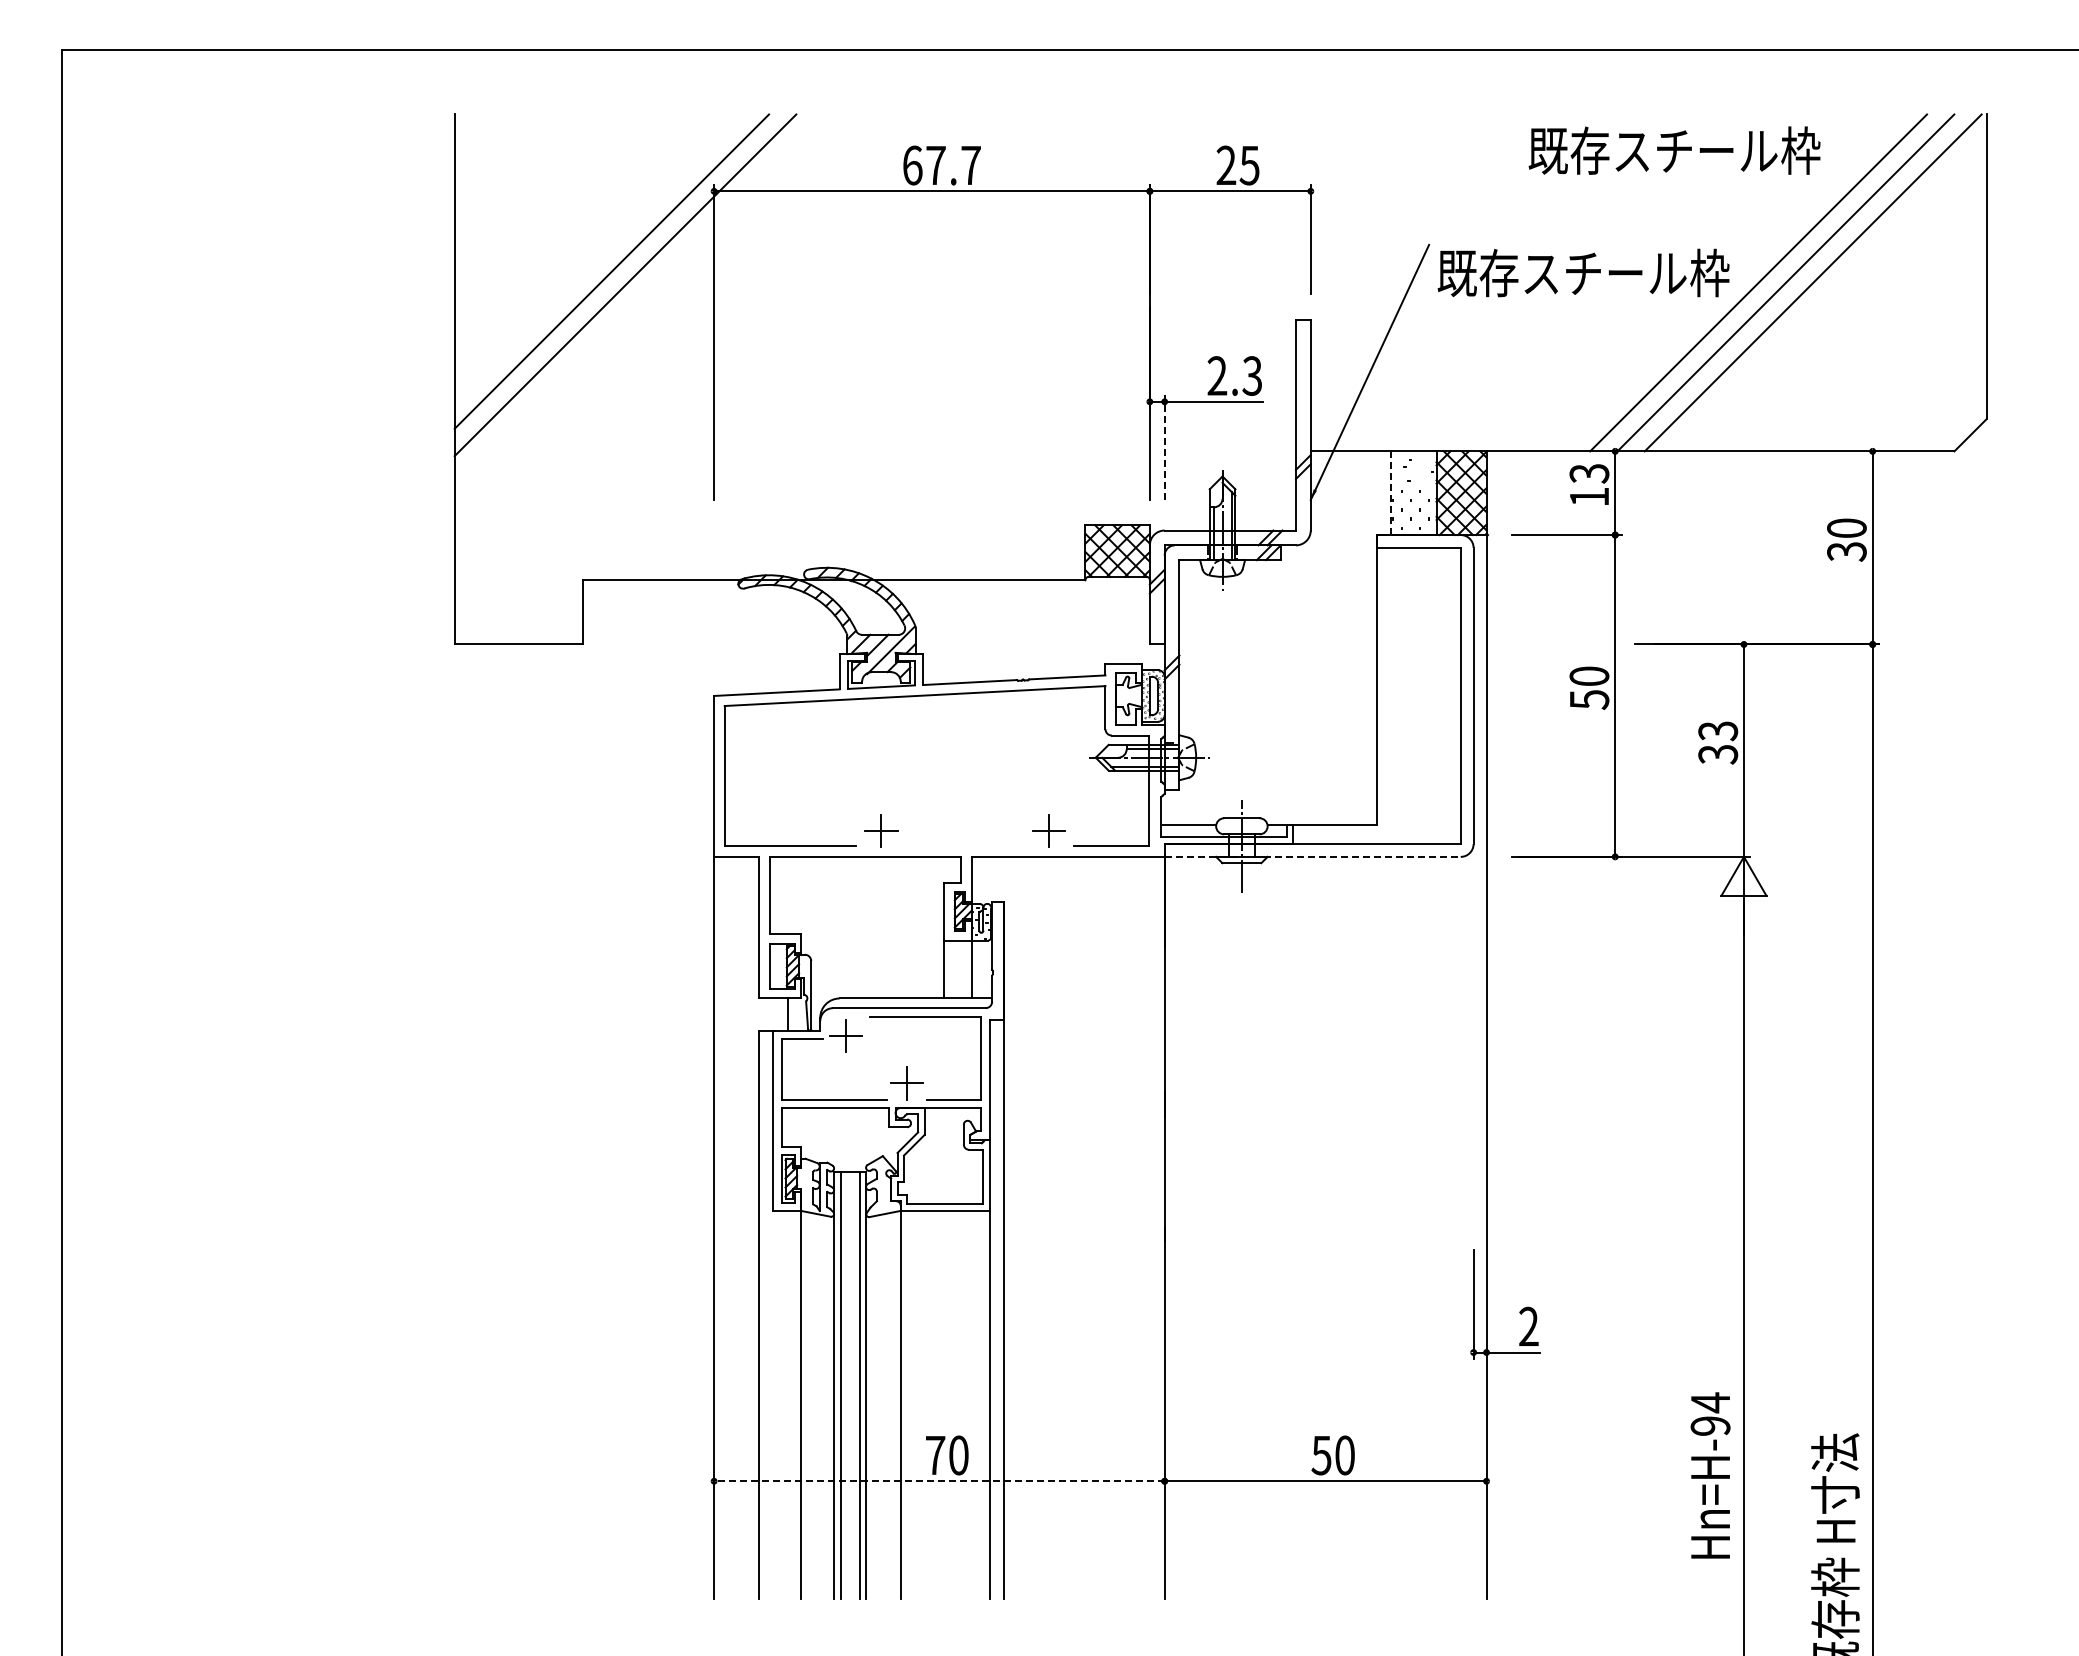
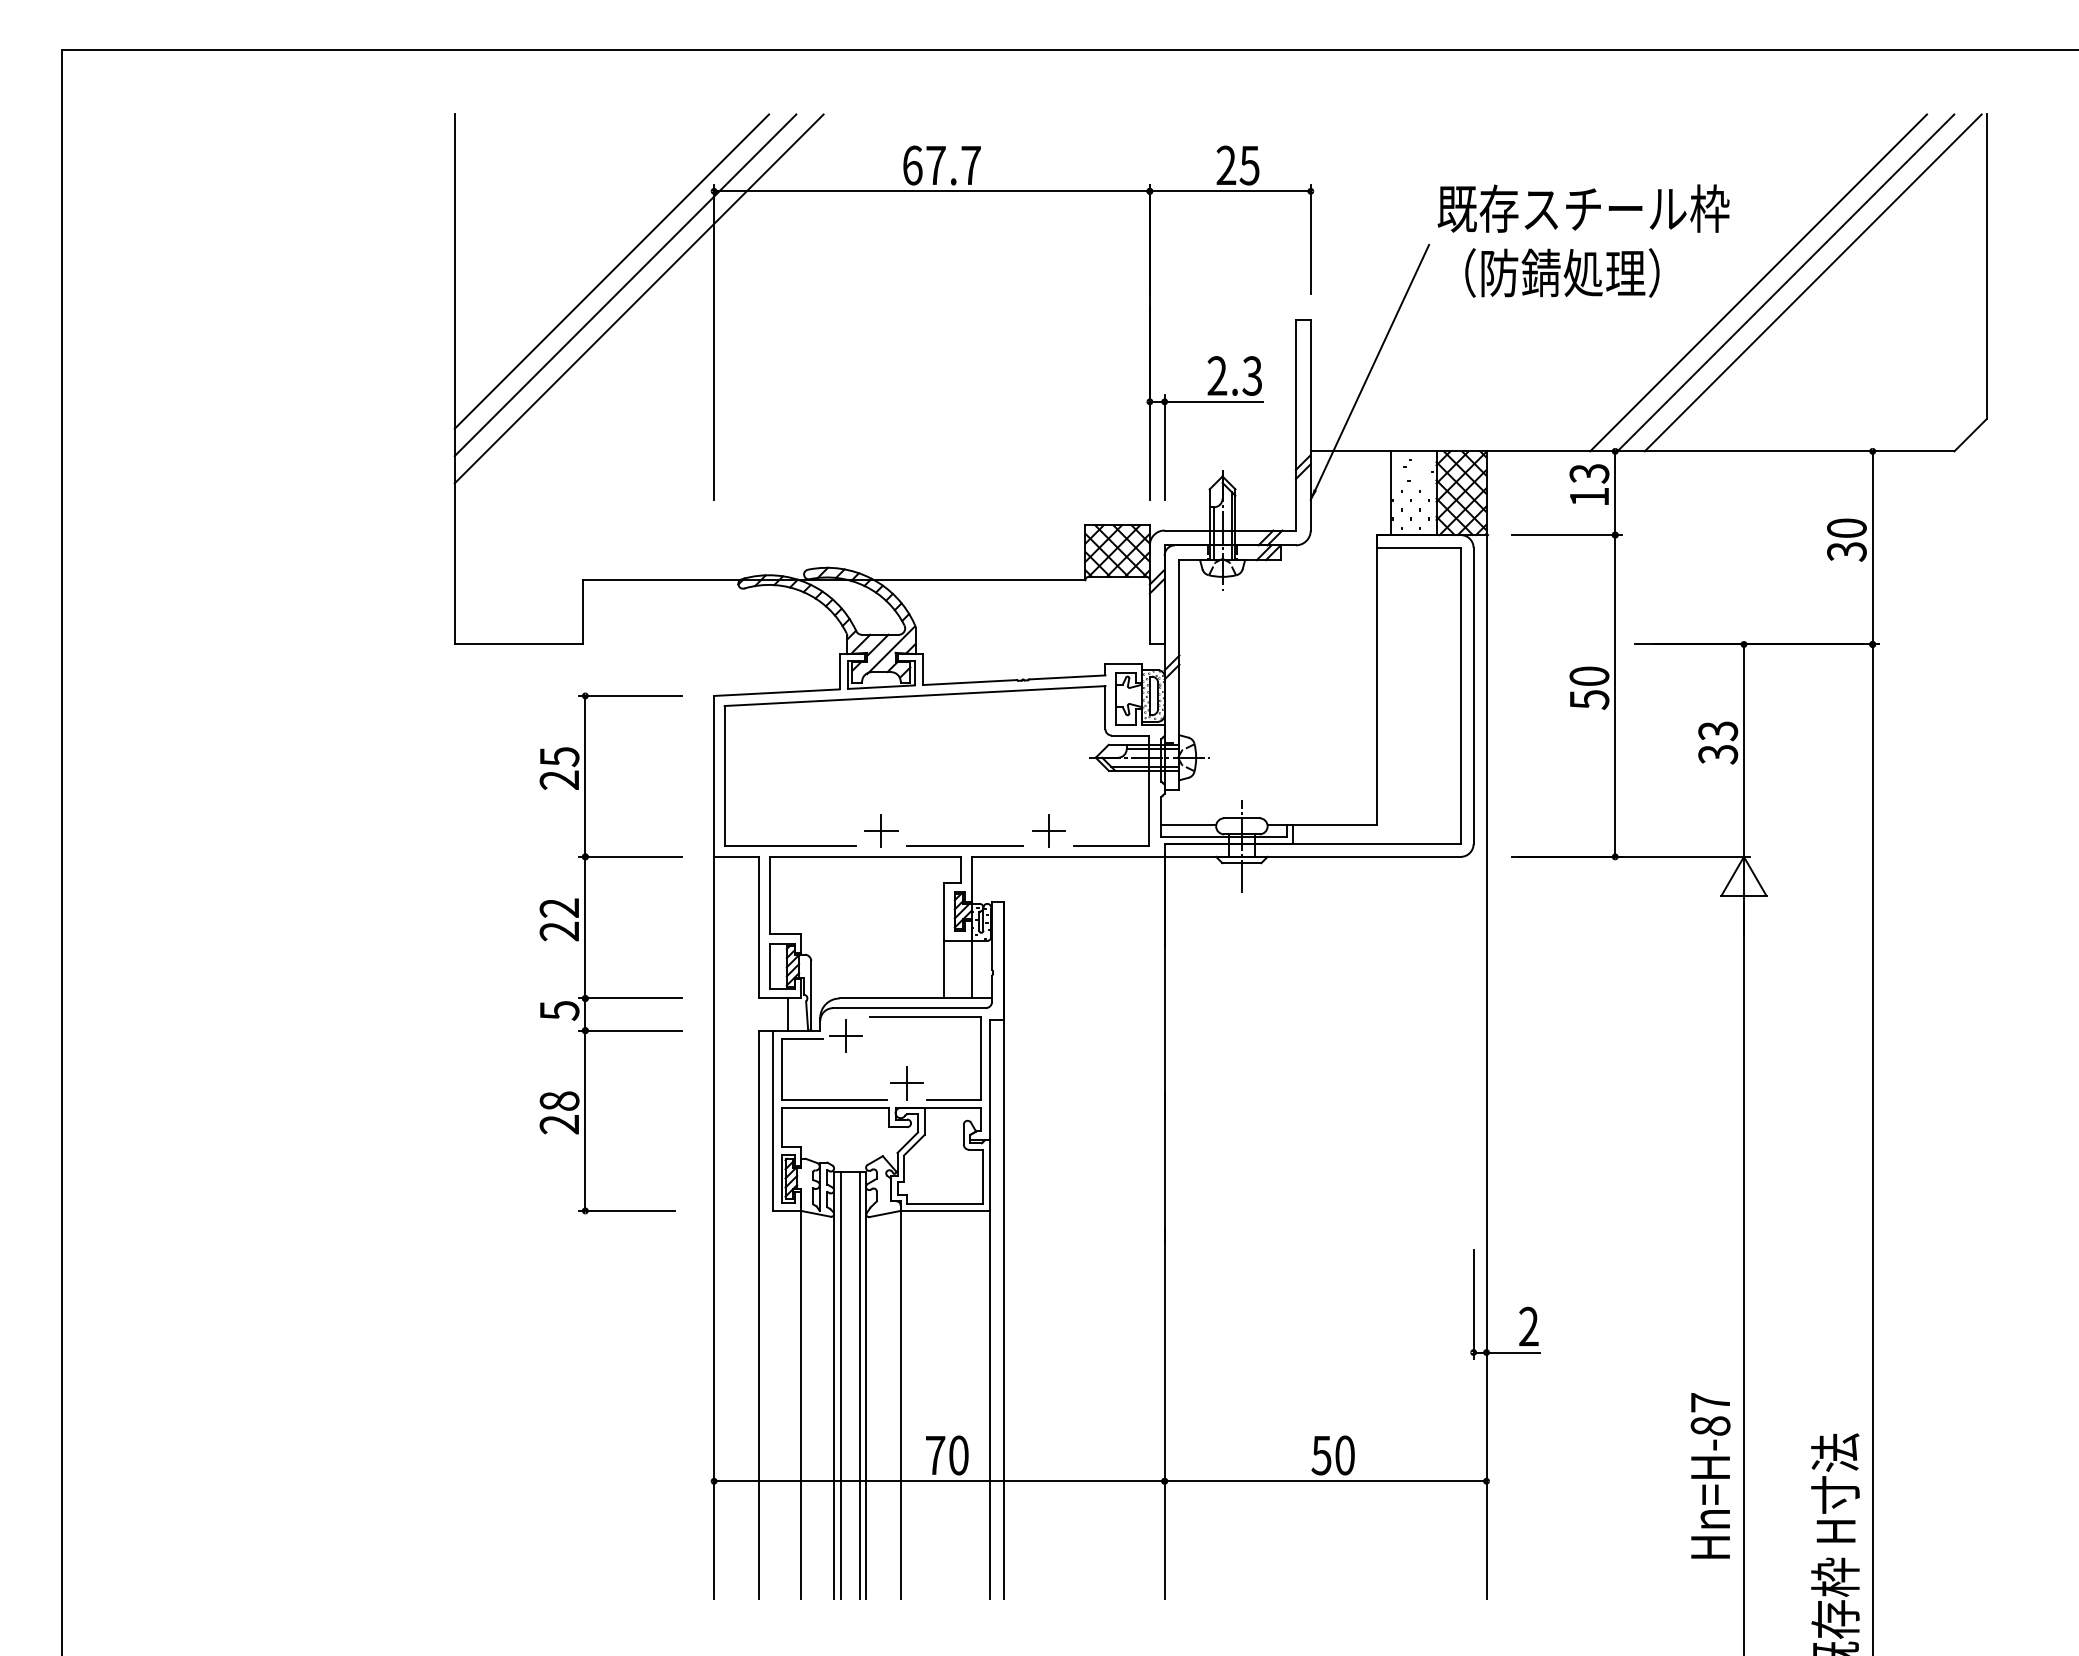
text at (1674, 150) position: (1674, 150) -> (1583, 208)
text at (1583, 272): 既存スチール枠 -> （防錆処理）
line at (638, 298): none -> present
line at (1164, 447): dashed -> solid
line at (1391, 493): dashed -> solid
line at (965, 846): none -> present
line at (1313, 856): dashed -> solid
part at (585, 953): none -> present
text at (1710, 1413): Hn=H-94 -> Hn=H-87
line at (938, 1481): dashed -> solid
